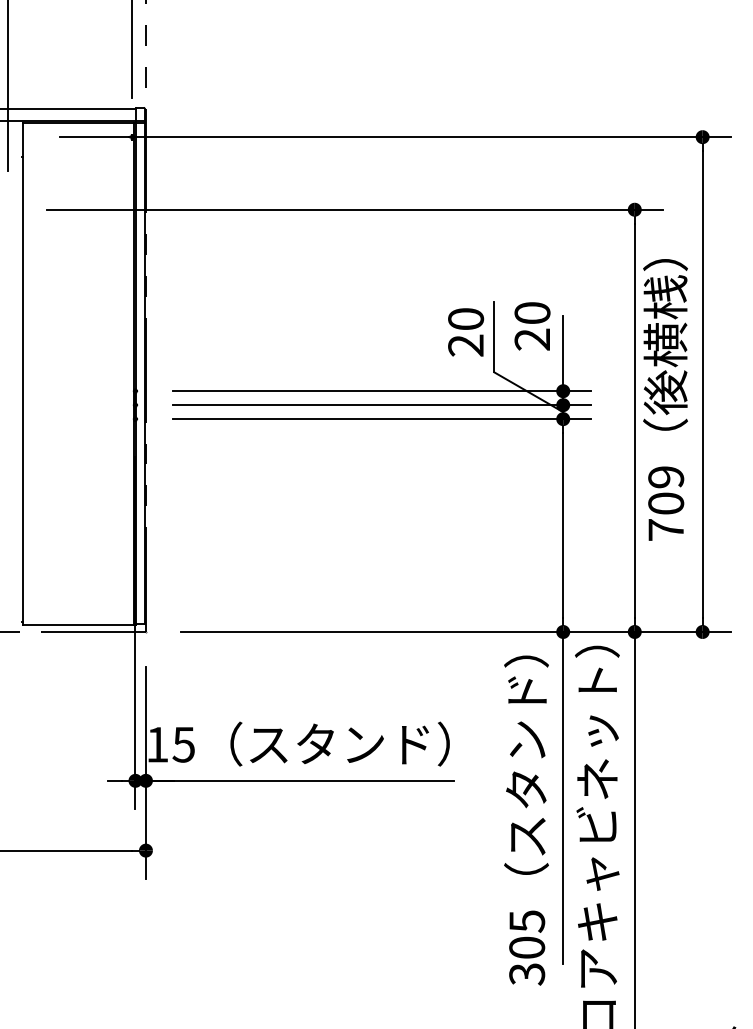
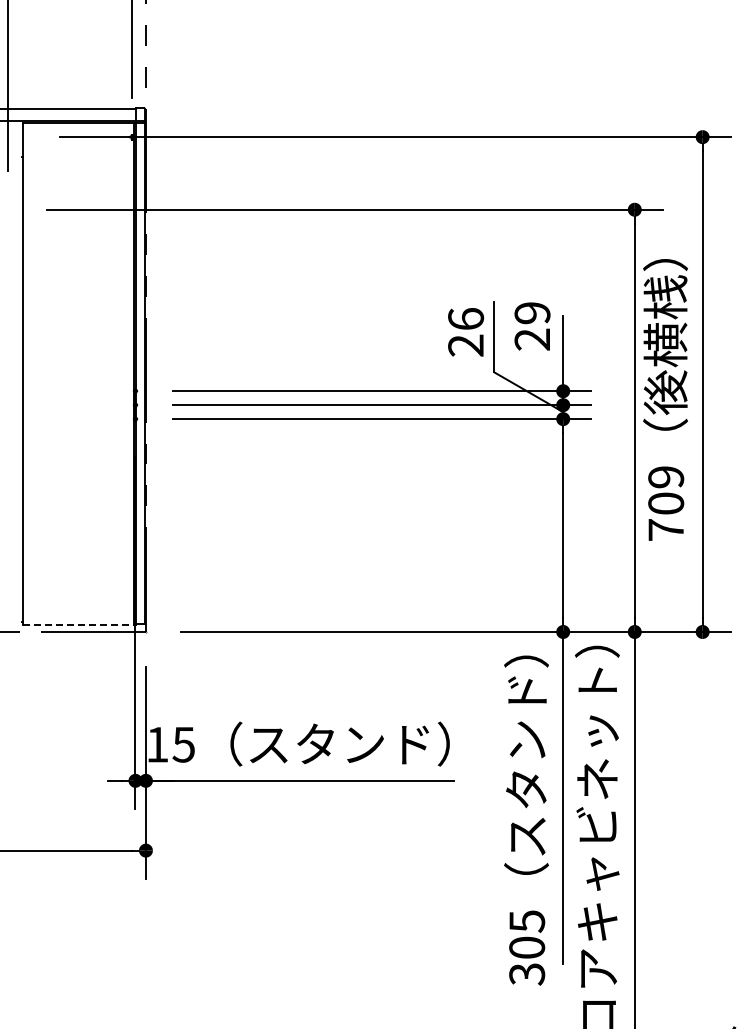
text at (532, 313): 20 -> 29
text at (466, 318): 20 -> 26
line at (79, 625): solid -> dashed
